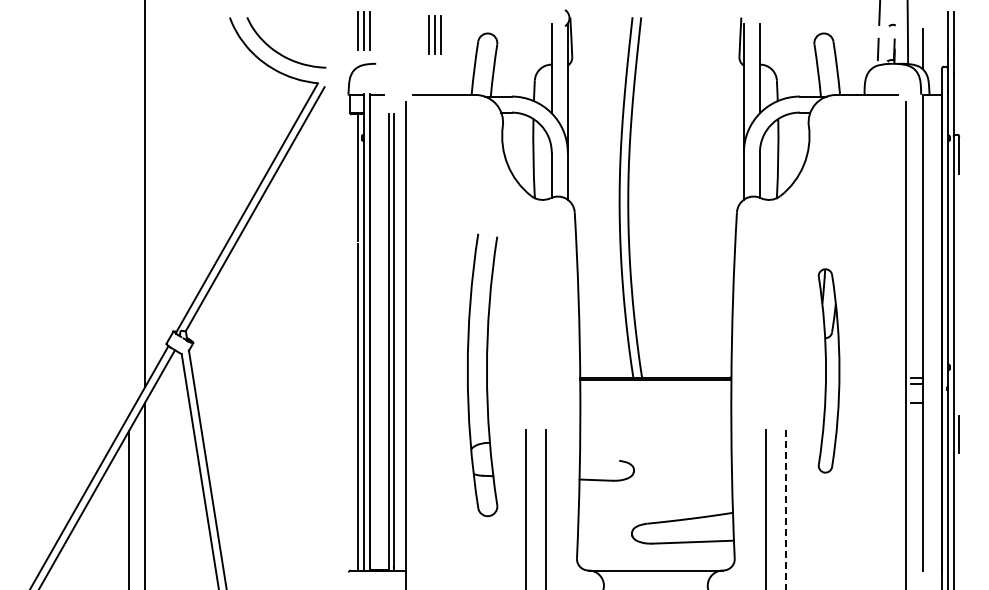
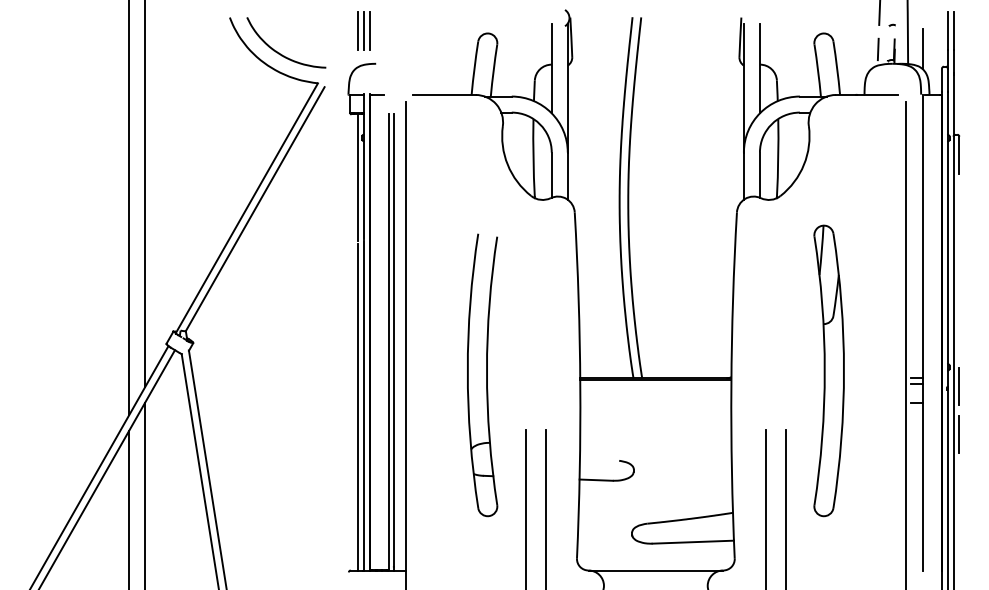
part at (434, 34): present -> none
line at (129, 208): none -> present
part at (828, 370) size: 24x206 px -> 32x294 px
line at (959, 385): none -> present
line at (786, 509): dashed -> solid
